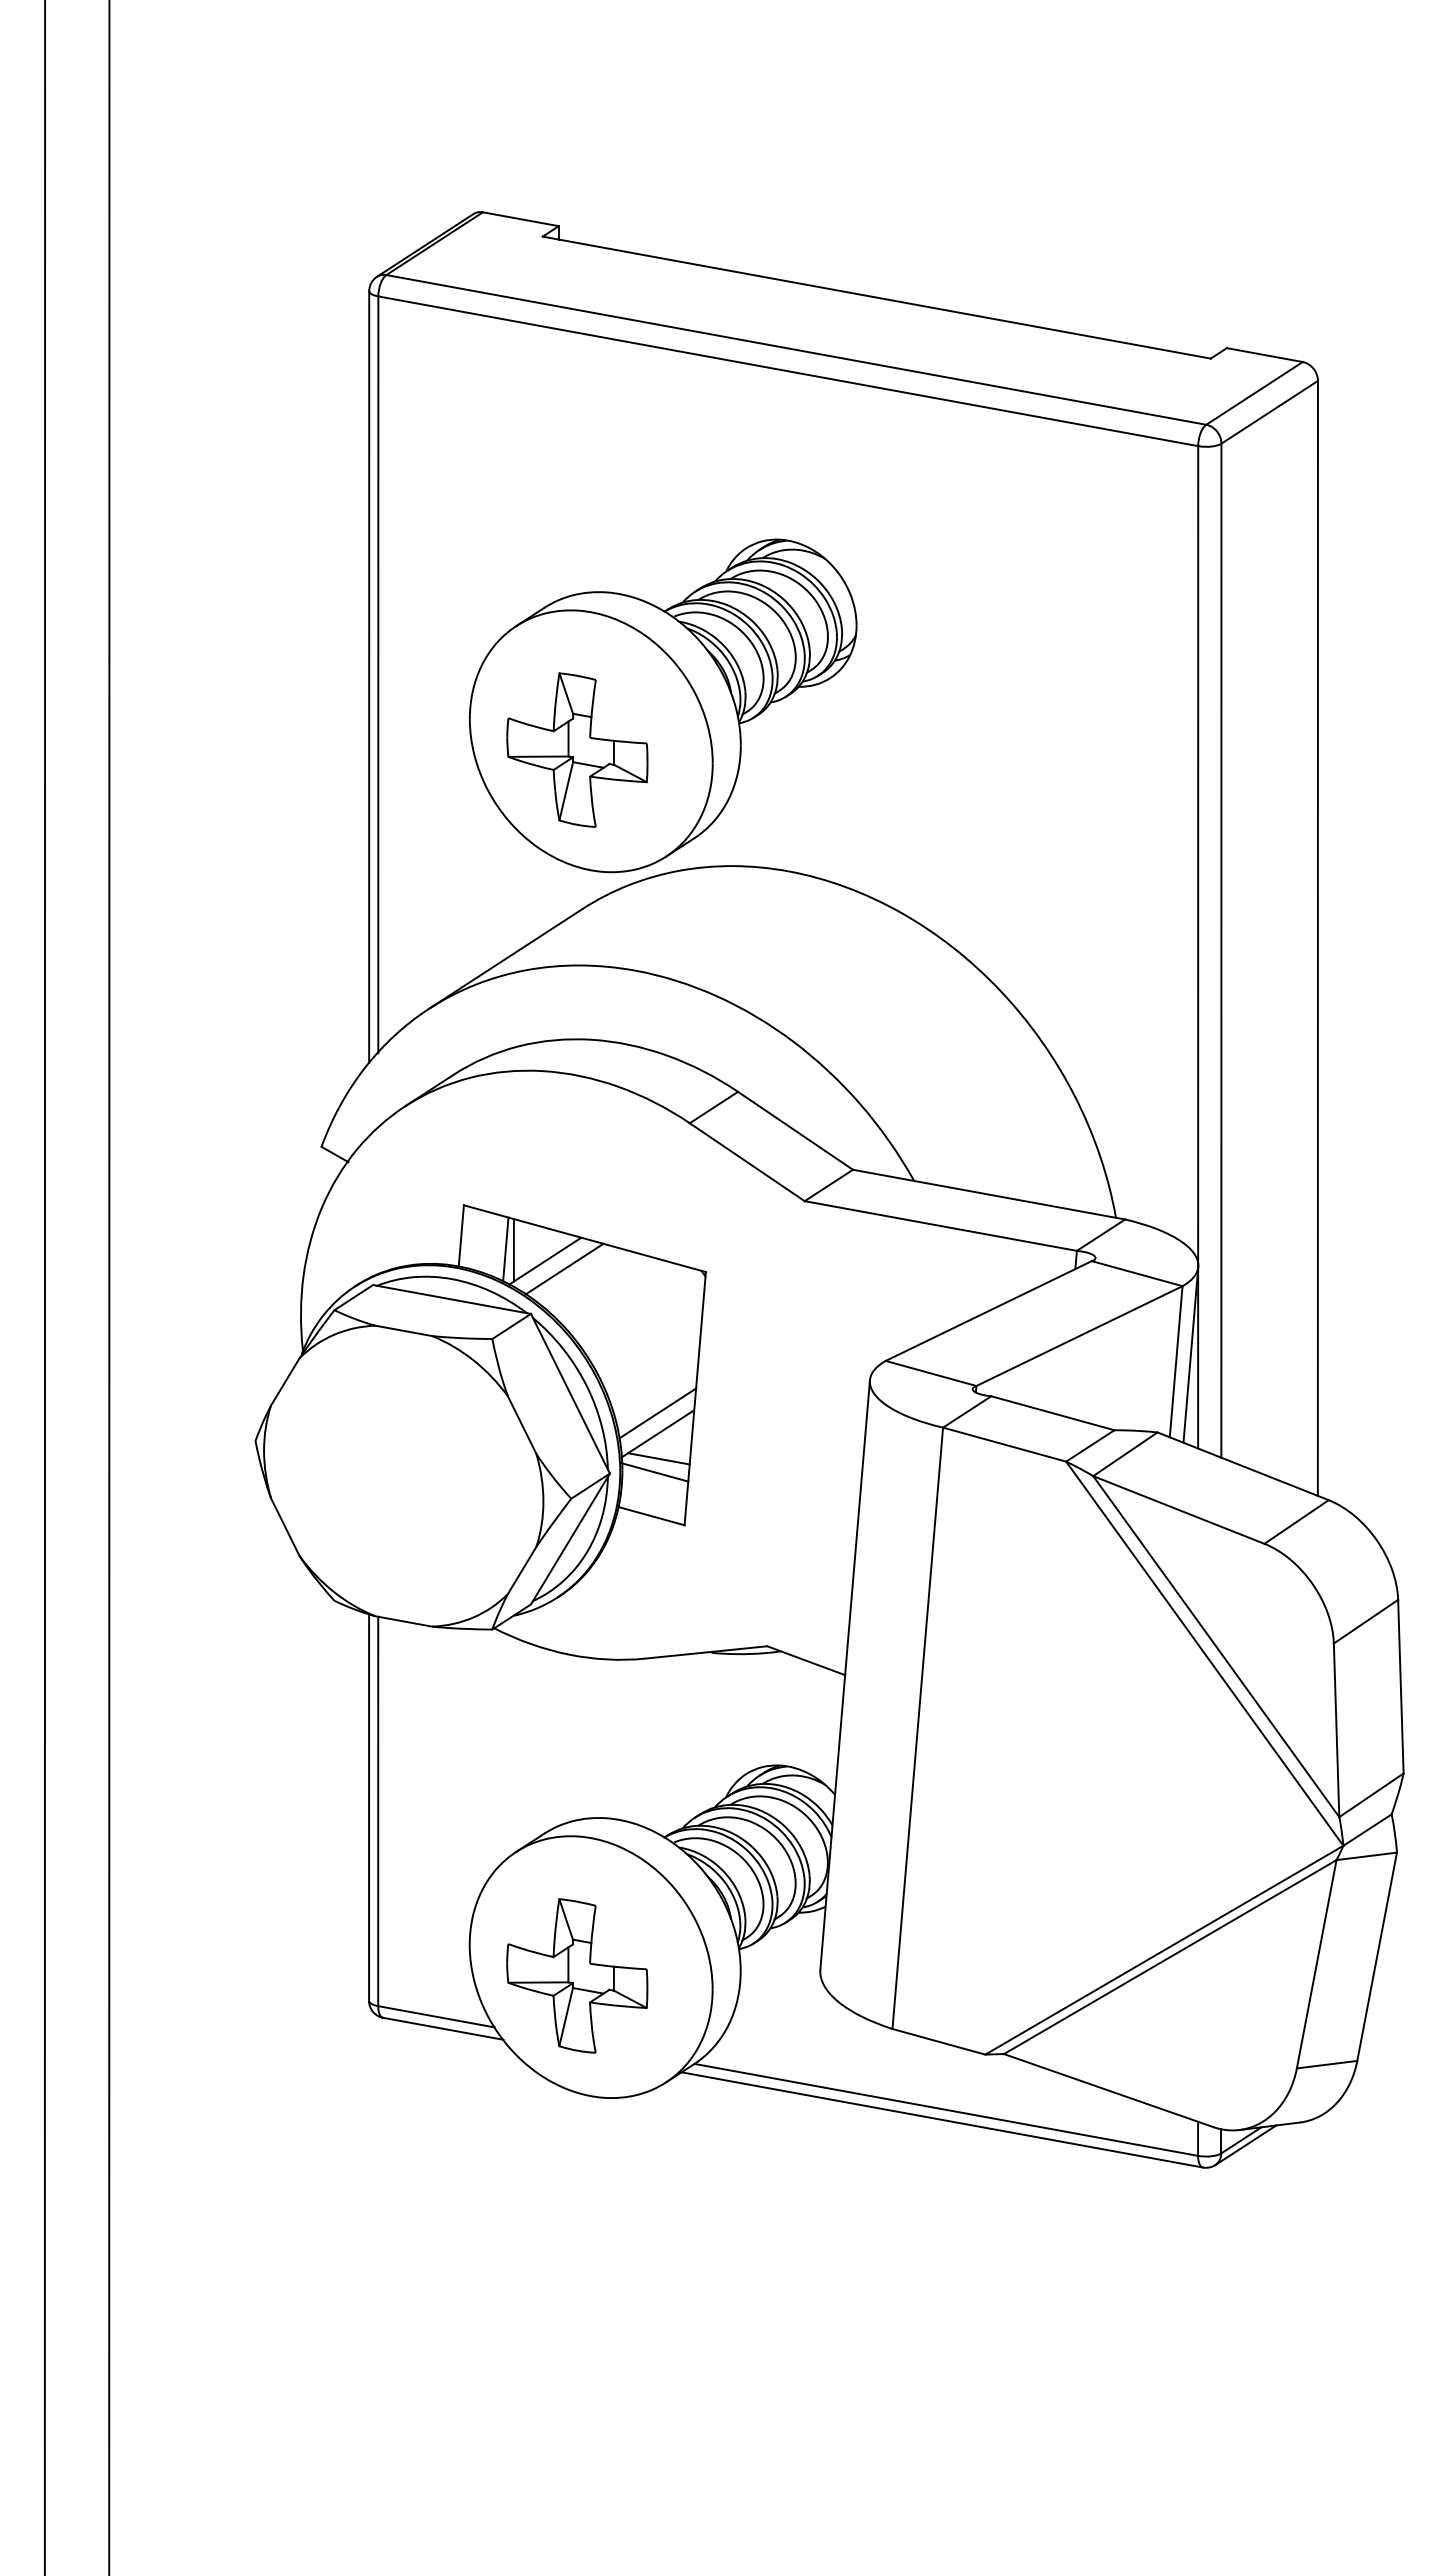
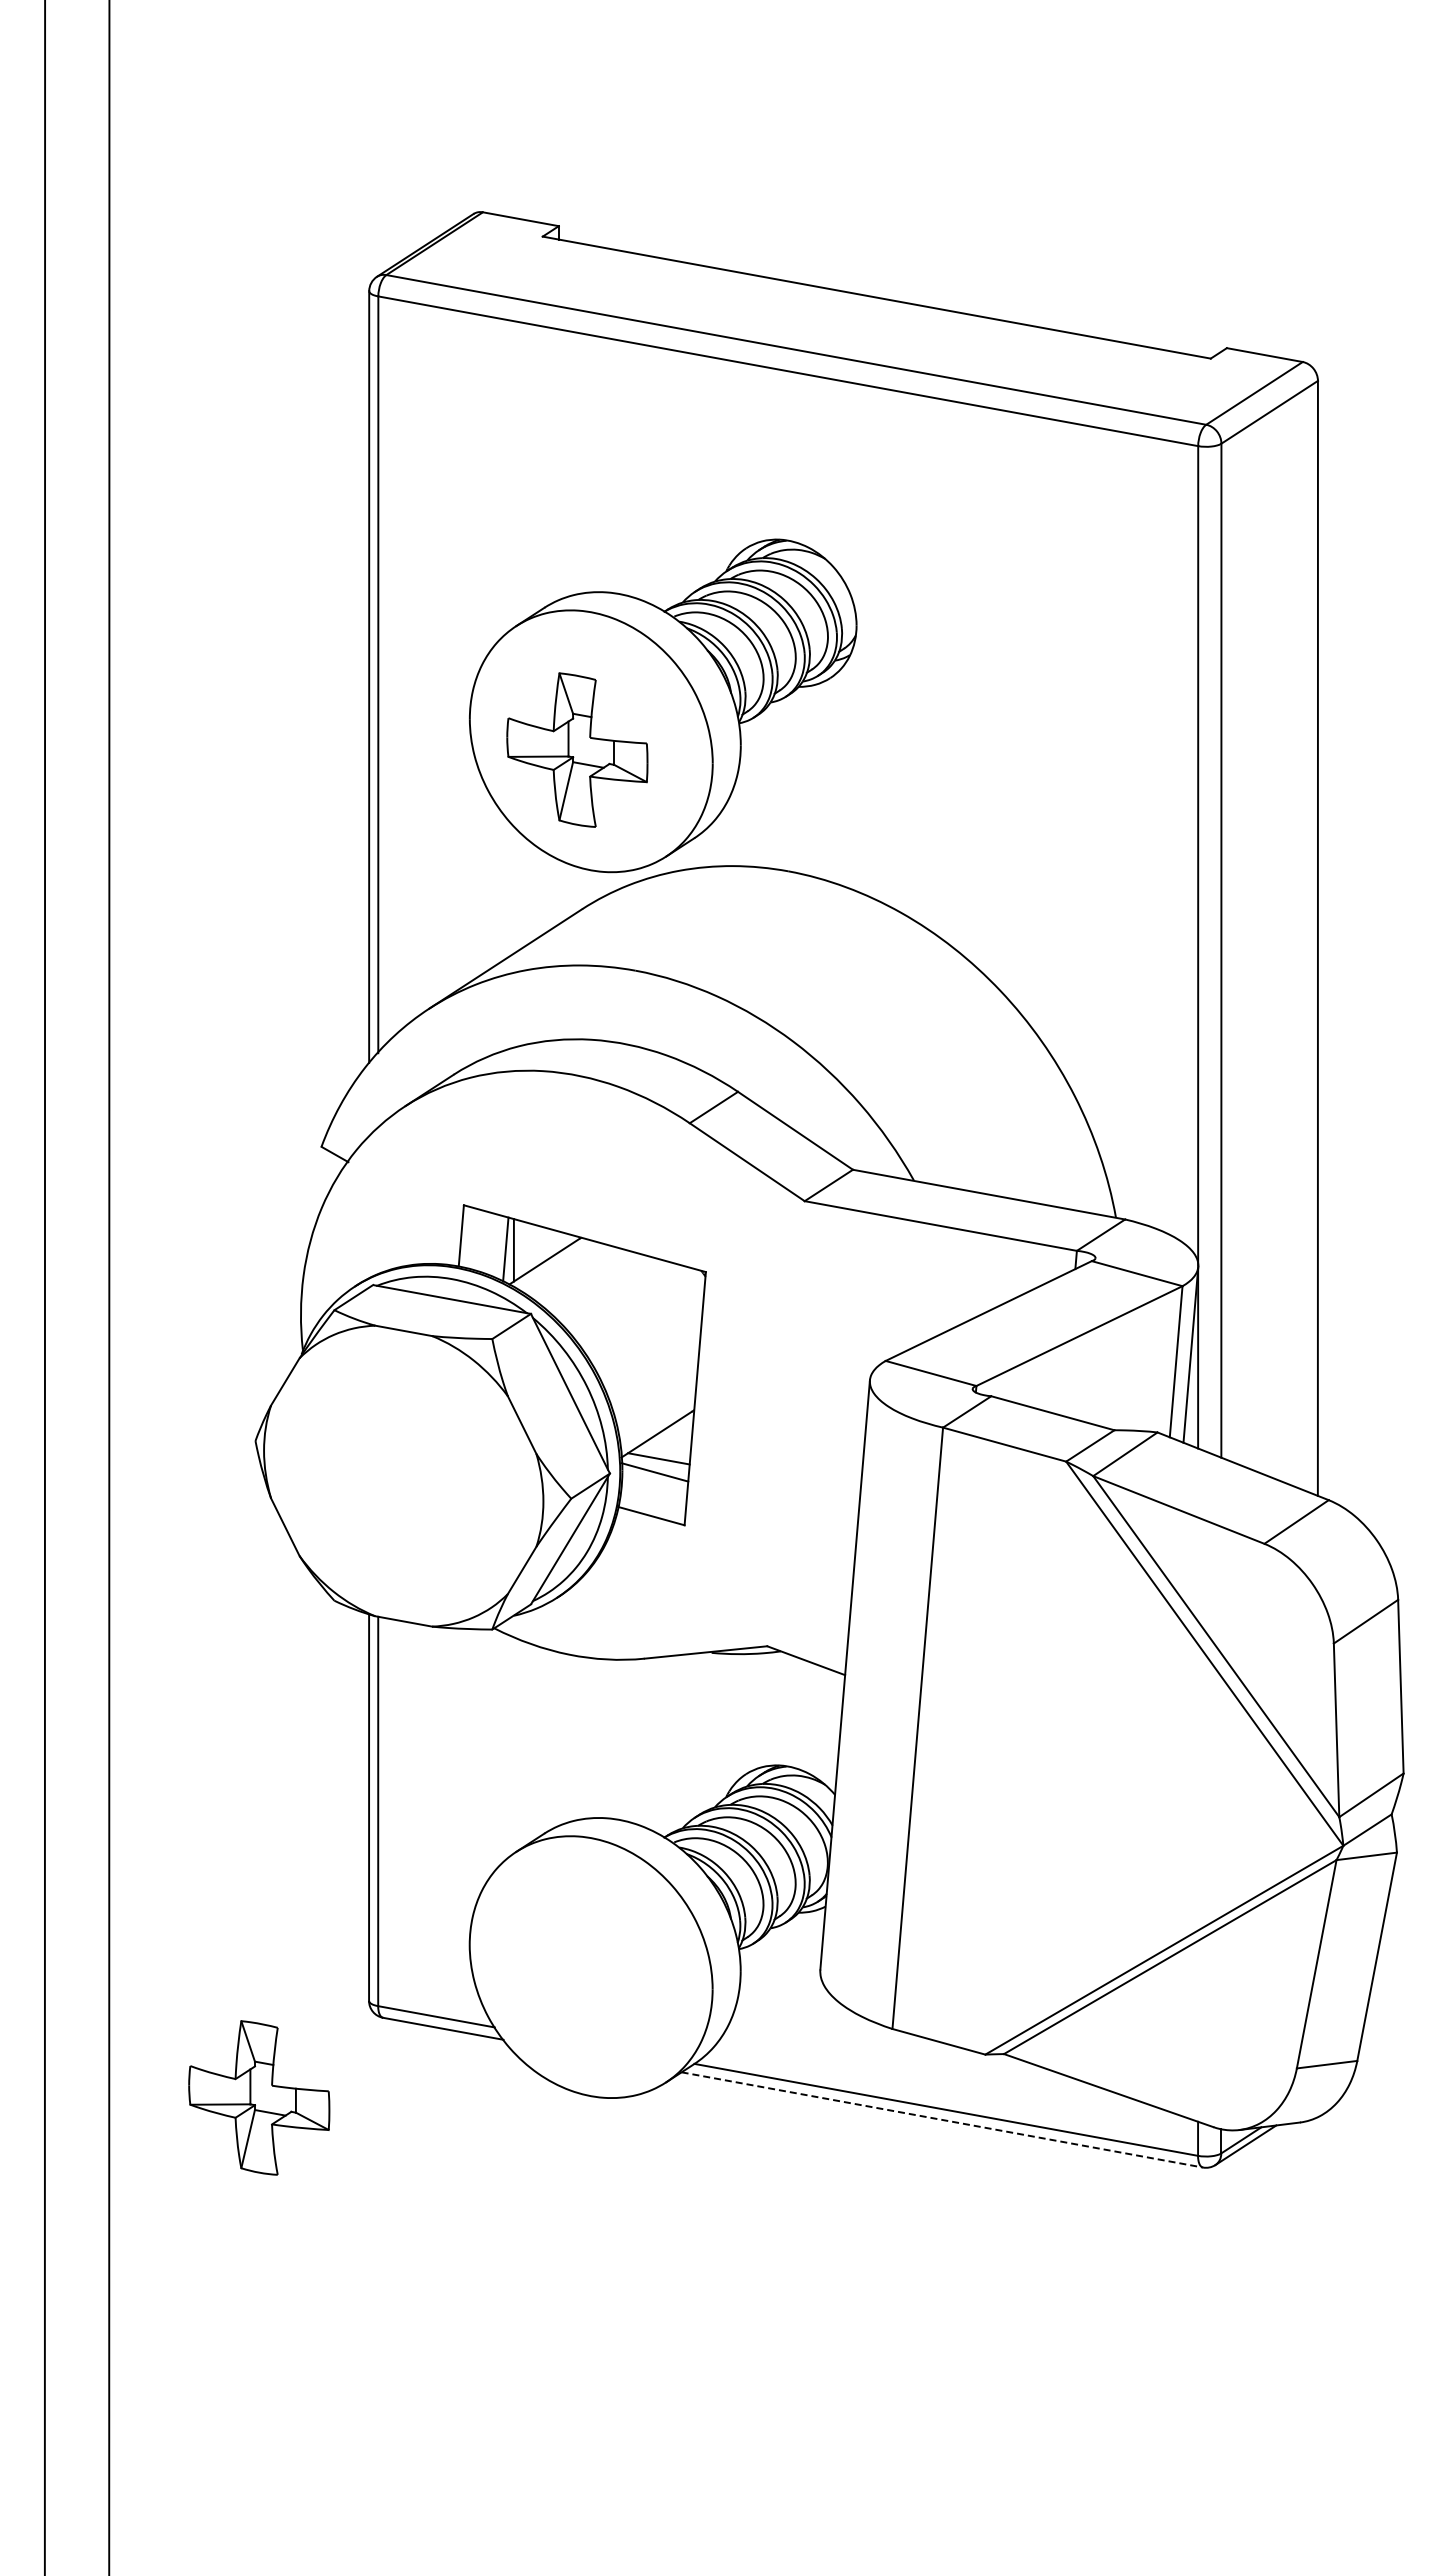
line at (564, 1268): present -> none
line at (657, 1413): present -> none
part at (577, 1975) position: (577, 1975) -> (259, 2097)
line at (942, 2120): solid -> dashed
